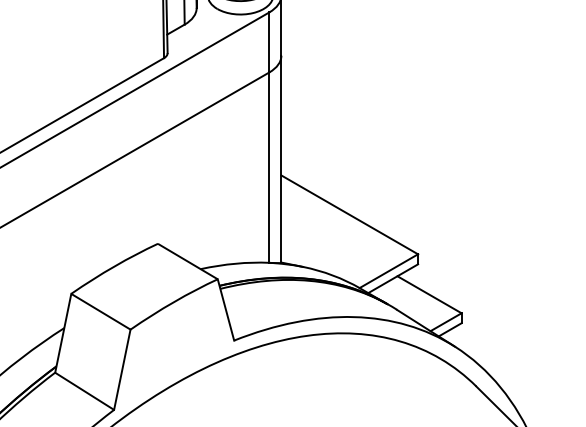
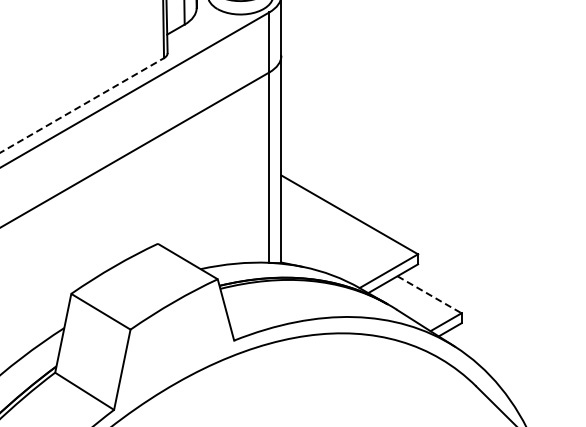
line at (82, 105): solid -> dashed
line at (429, 295): solid -> dashed
